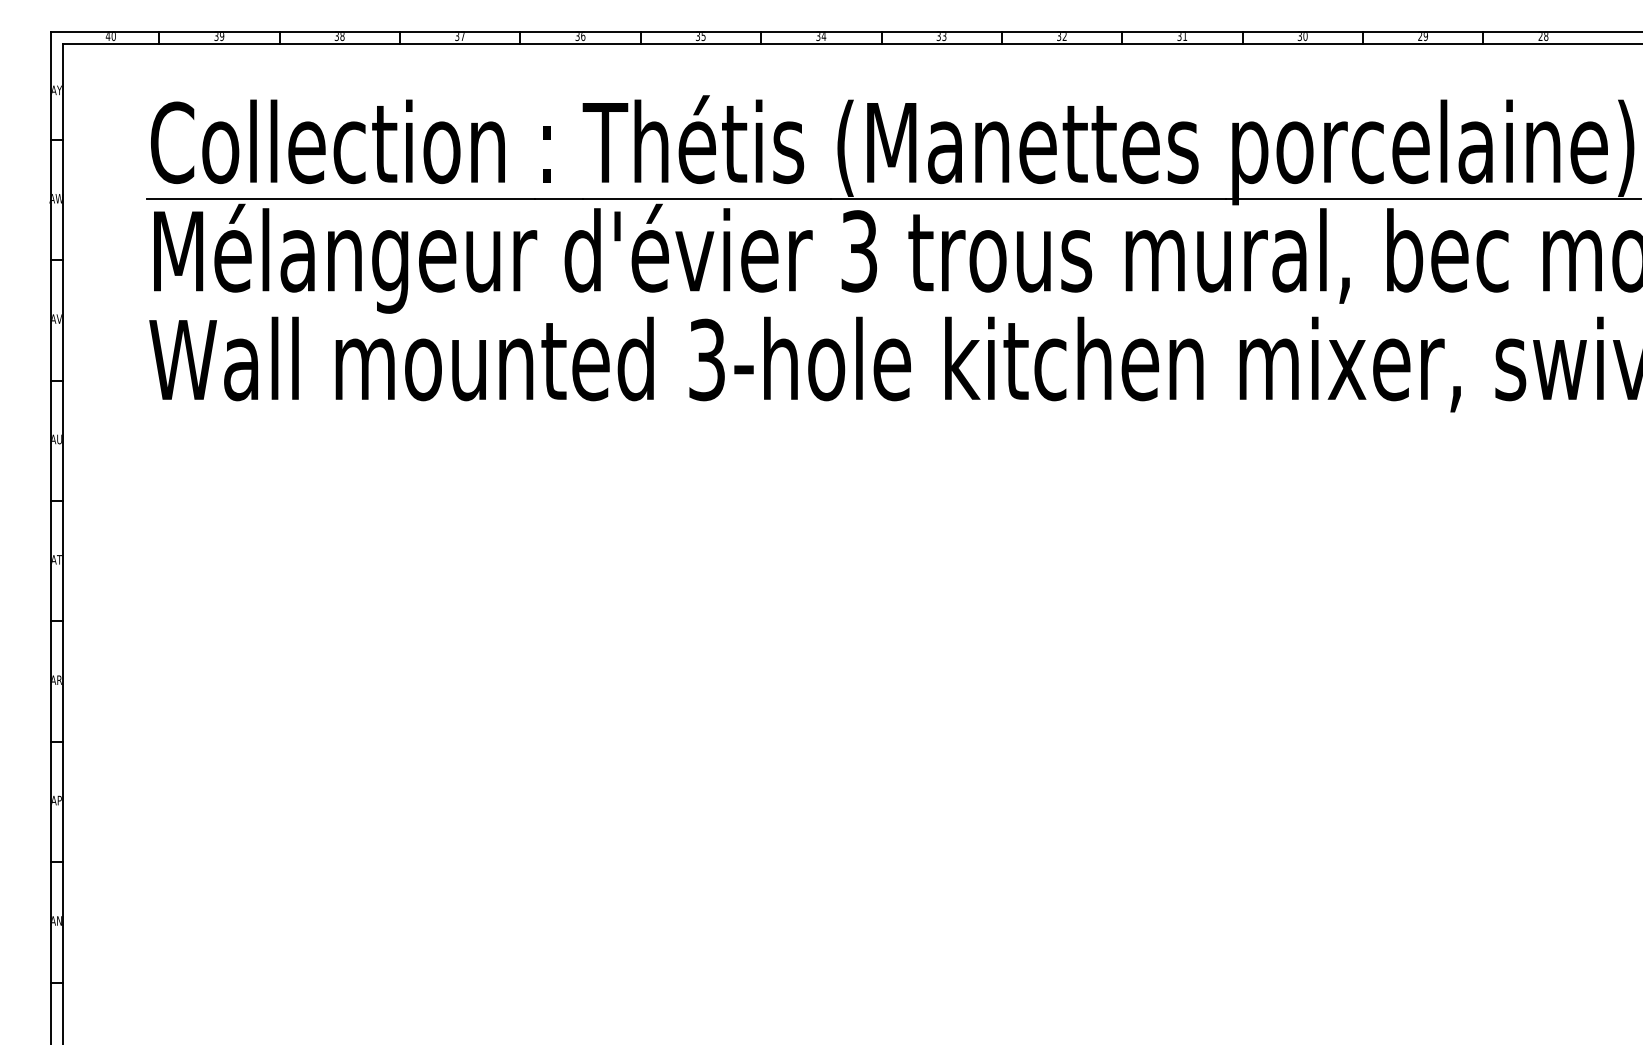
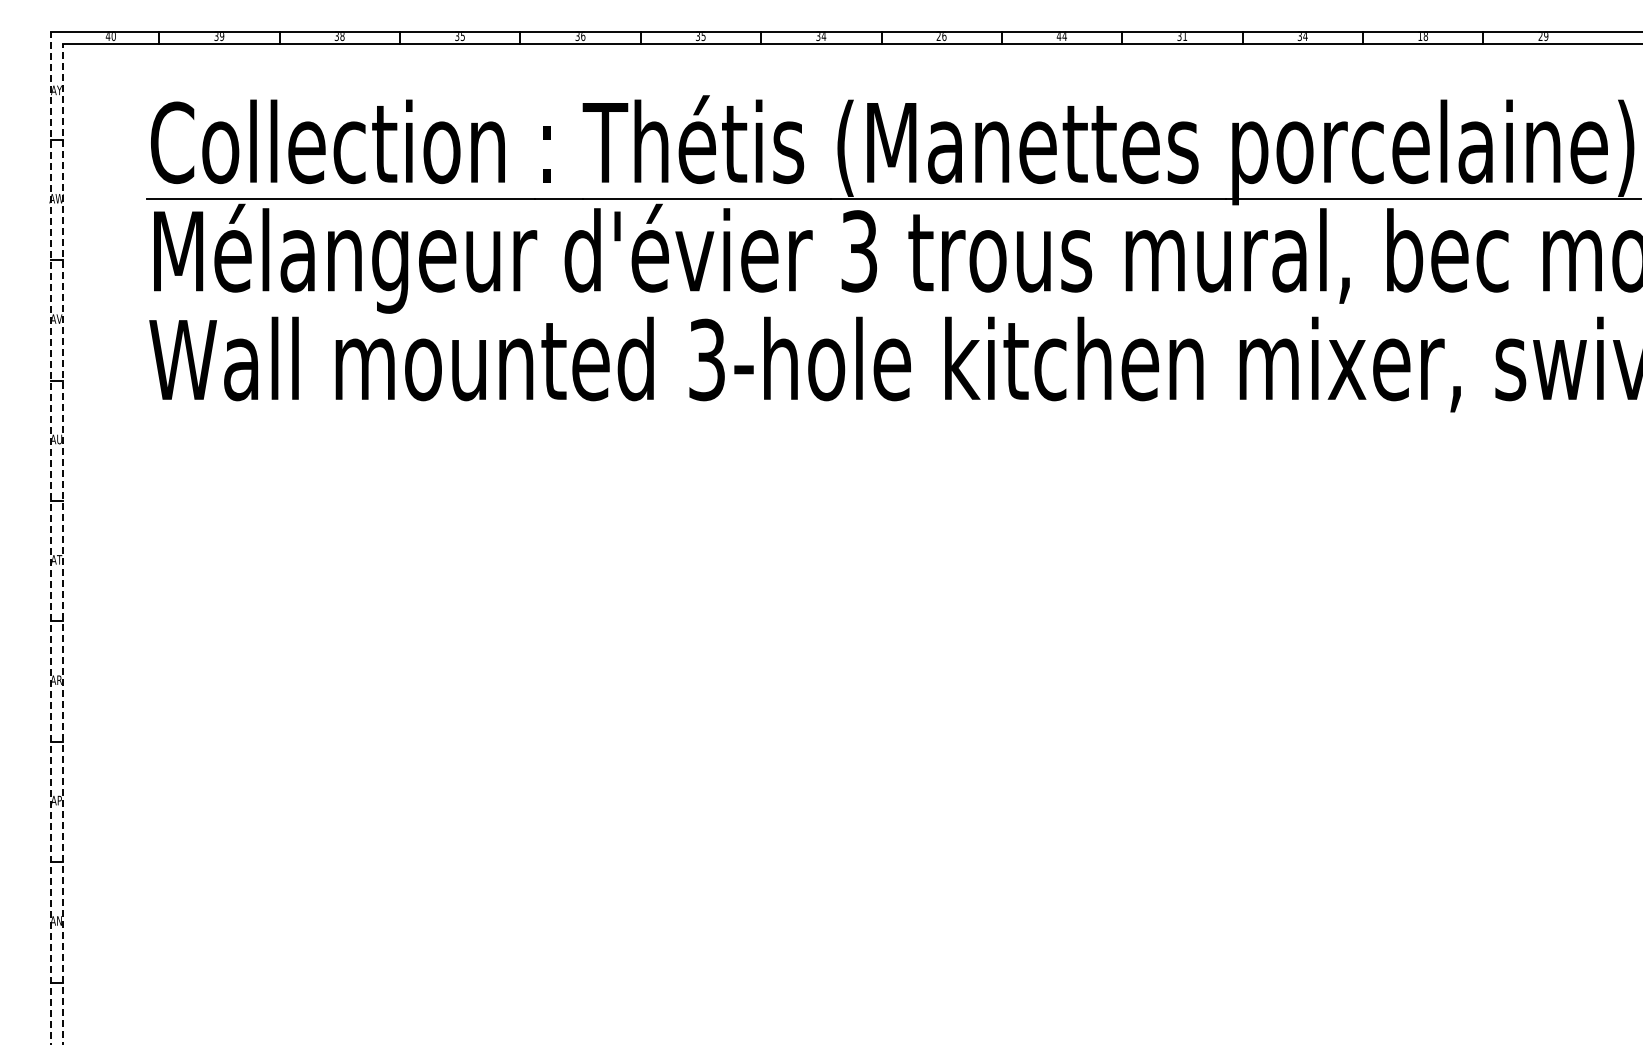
text at (1422, 36): 29 -> 18
text at (1546, 36): 28 -> 29
text at (462, 37): 37 -> 35
text at (941, 37): 33 -> 26
text at (1061, 37): 32 -> 44
text at (1305, 37): 30 -> 34
line at (50, 537): solid -> dashed
line at (63, 543): solid -> dashed
